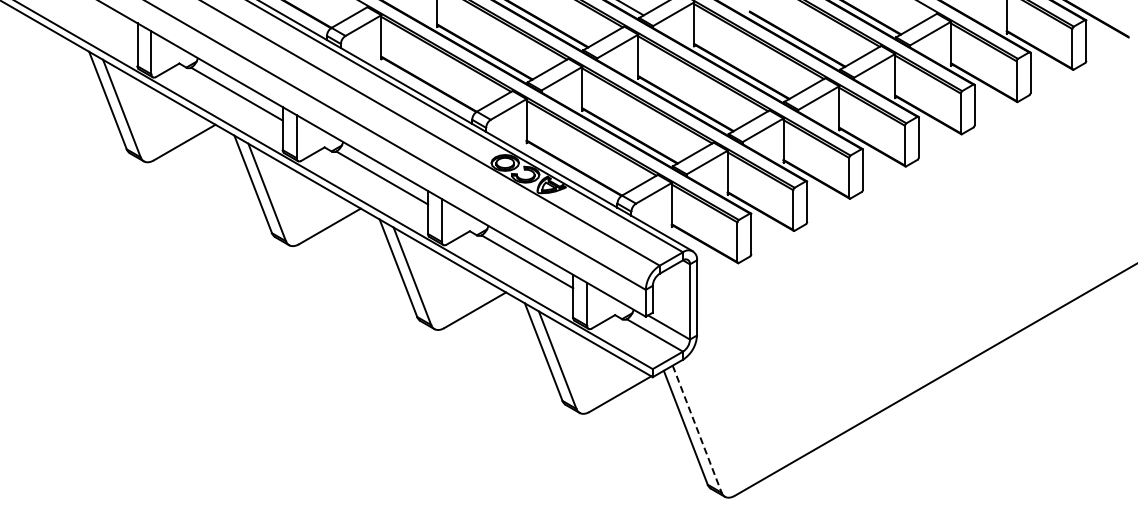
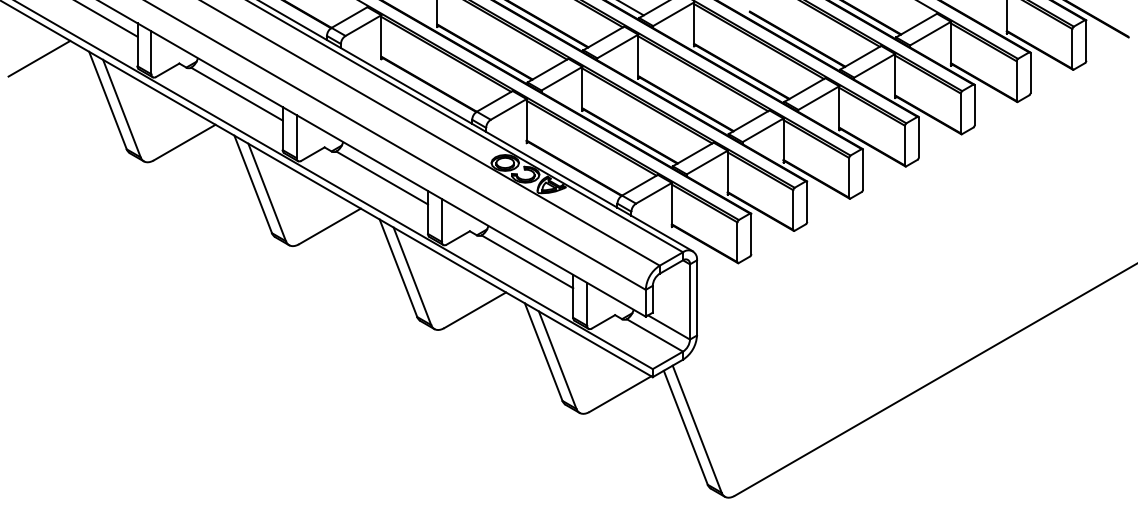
line at (107, 19): none -> present
line at (39, 58): none -> present
line at (697, 429): dashed -> solid
